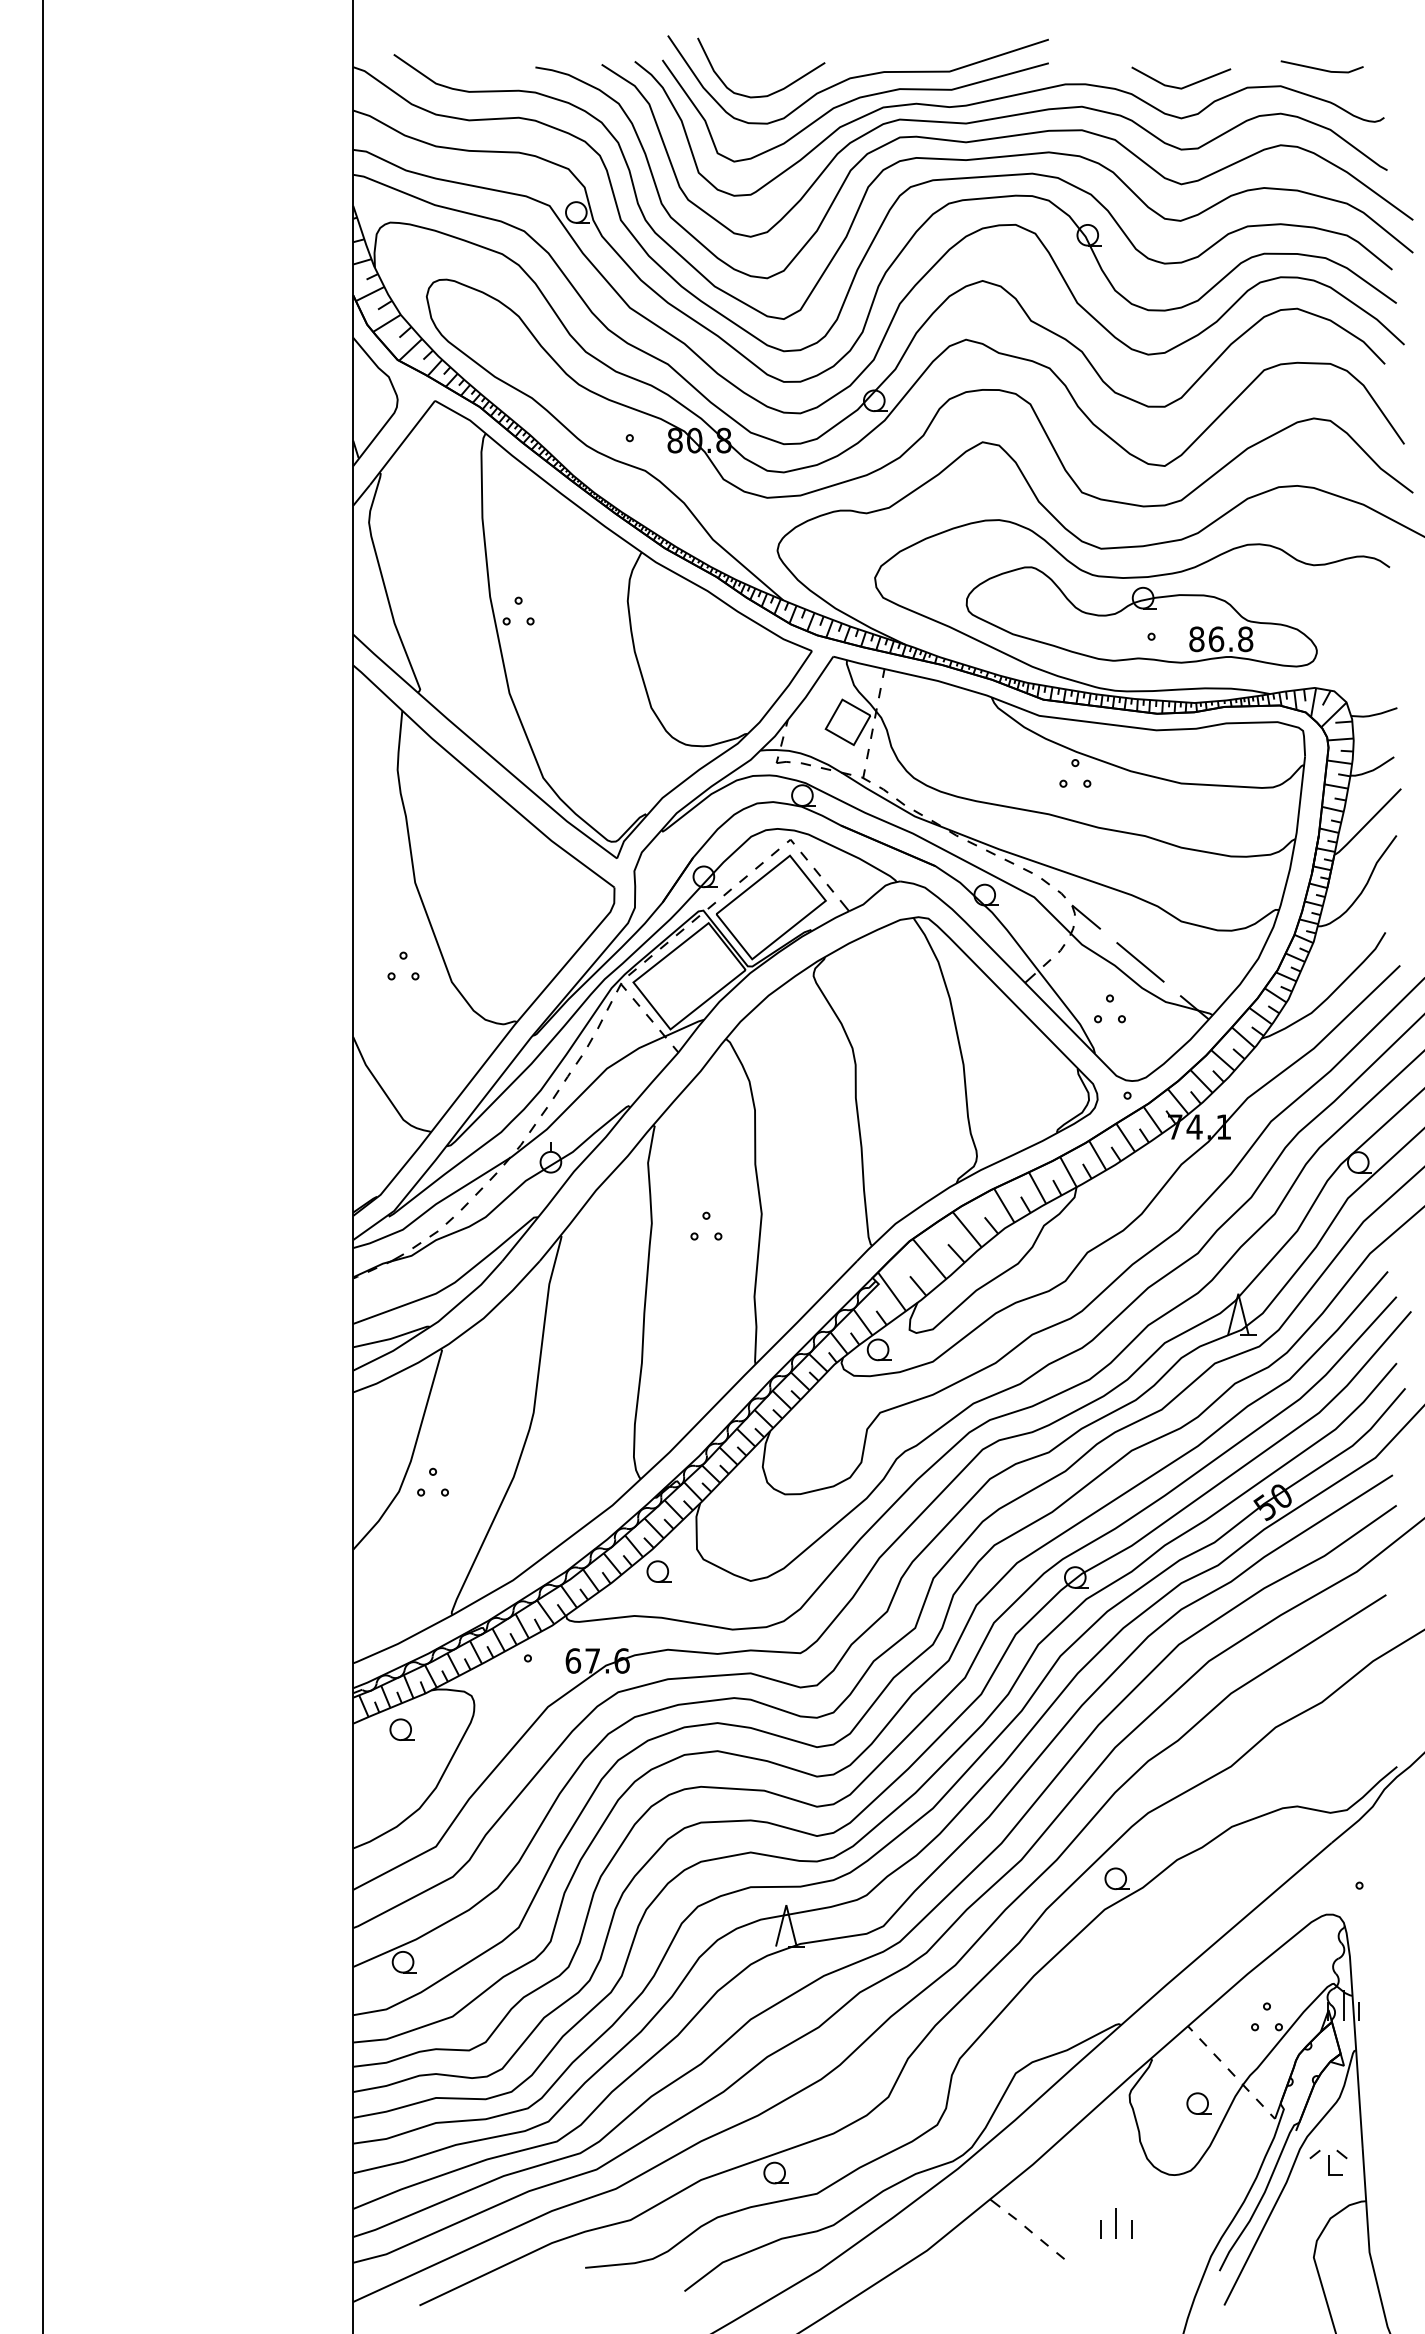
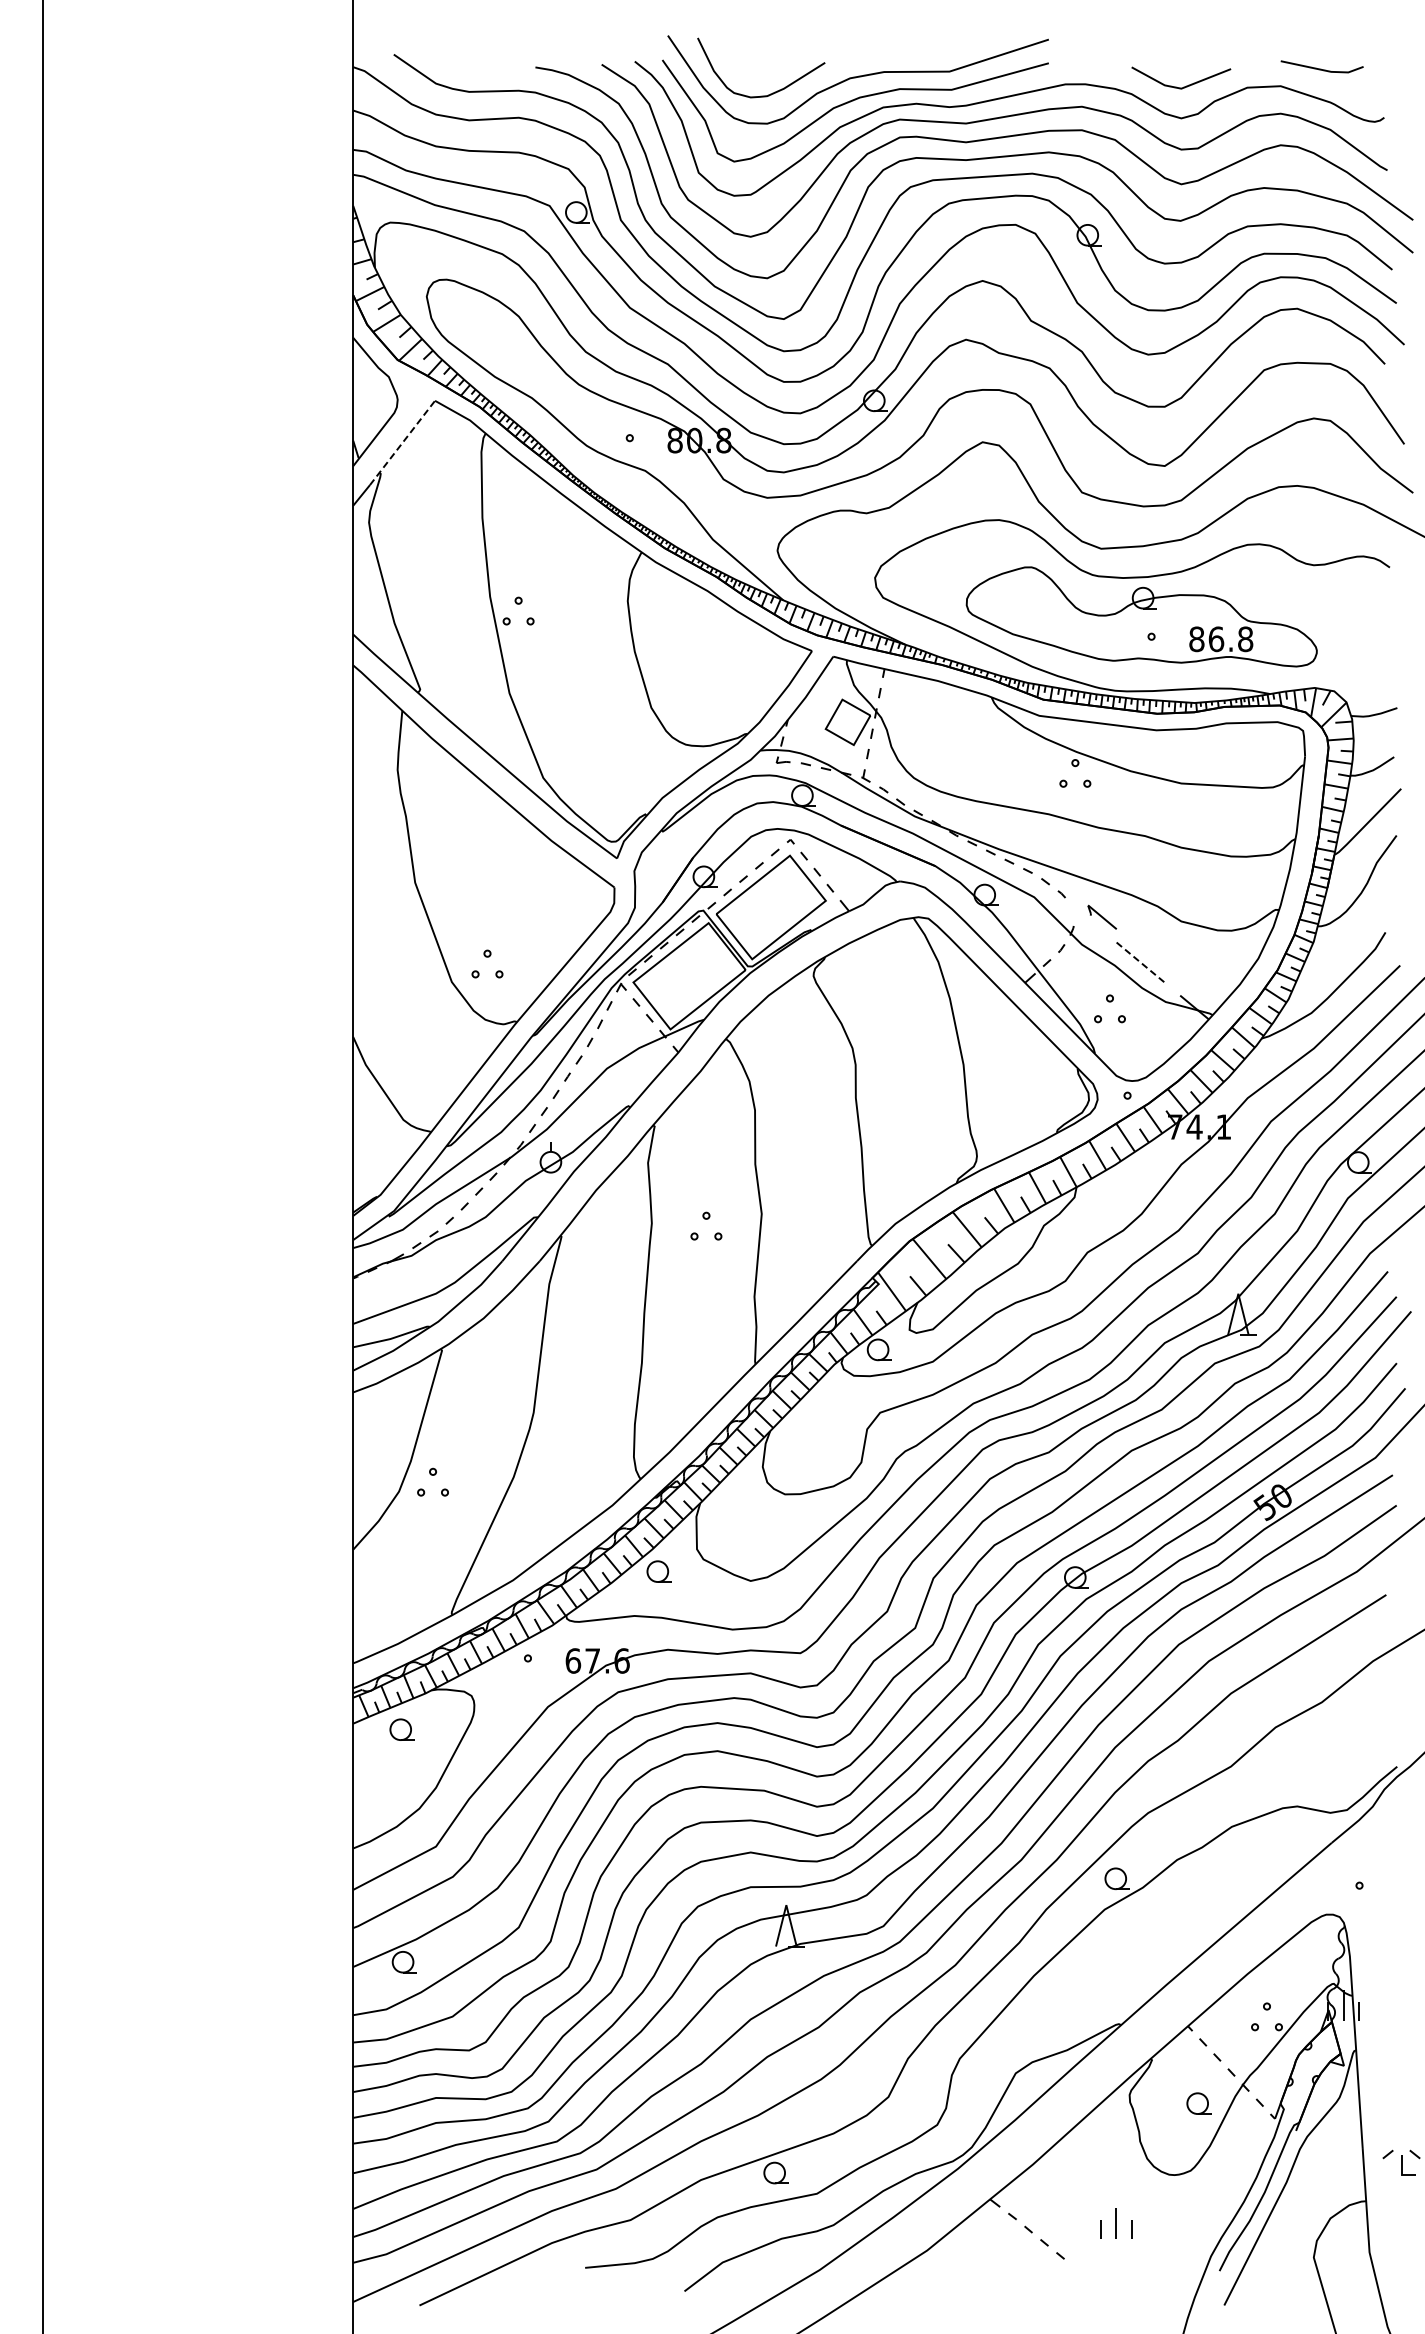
line at (402, 442): solid -> dashed
part at (1086, 916) position: (1086, 916) -> (1102, 916)
line at (1140, 962): solid -> dashed
part at (403, 965) position: (403, 965) -> (487, 963)
part at (1328, 2162) position: (1328, 2162) -> (1401, 2162)
